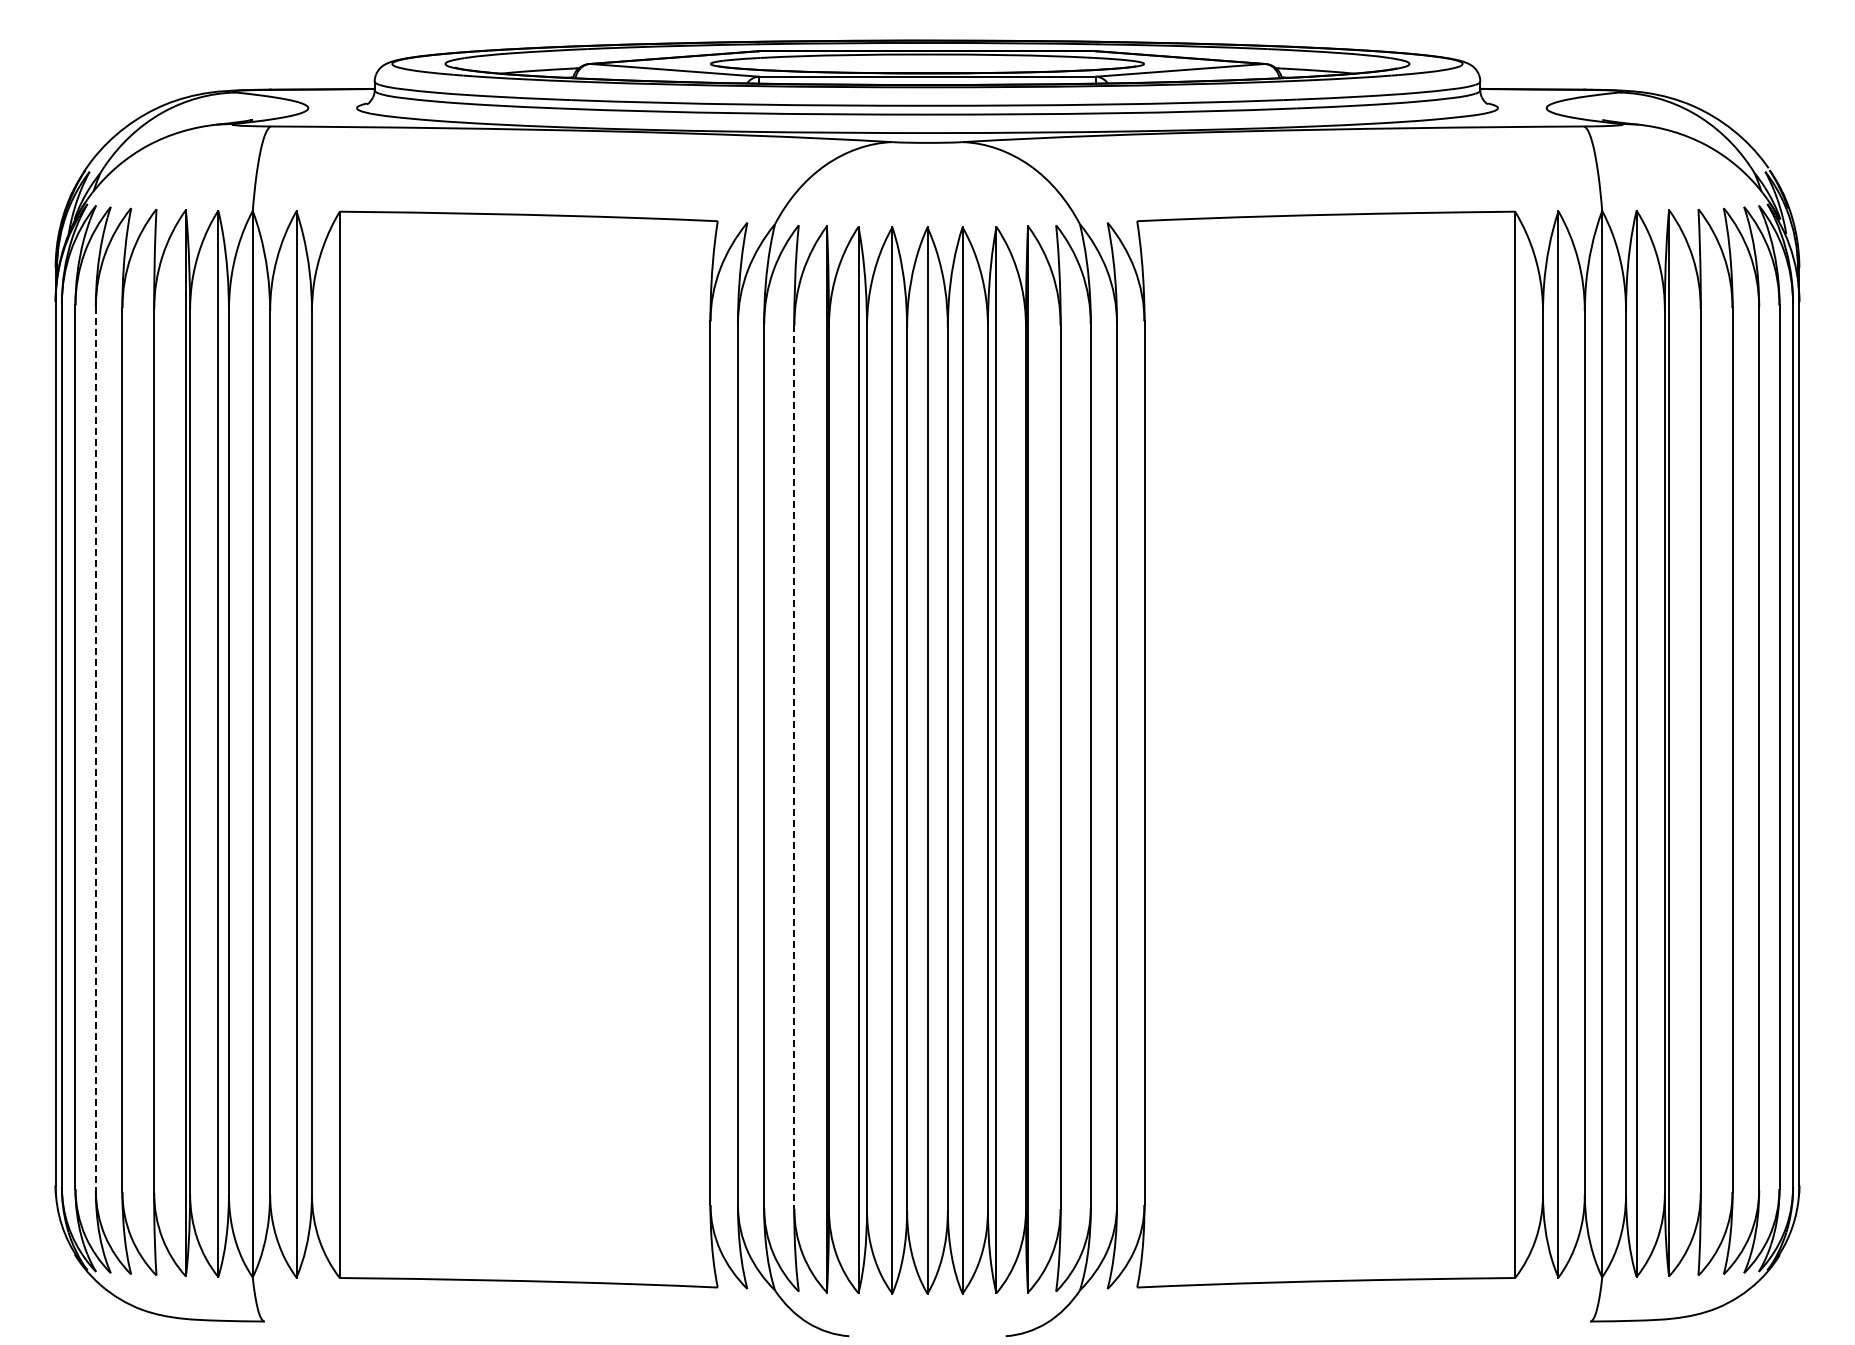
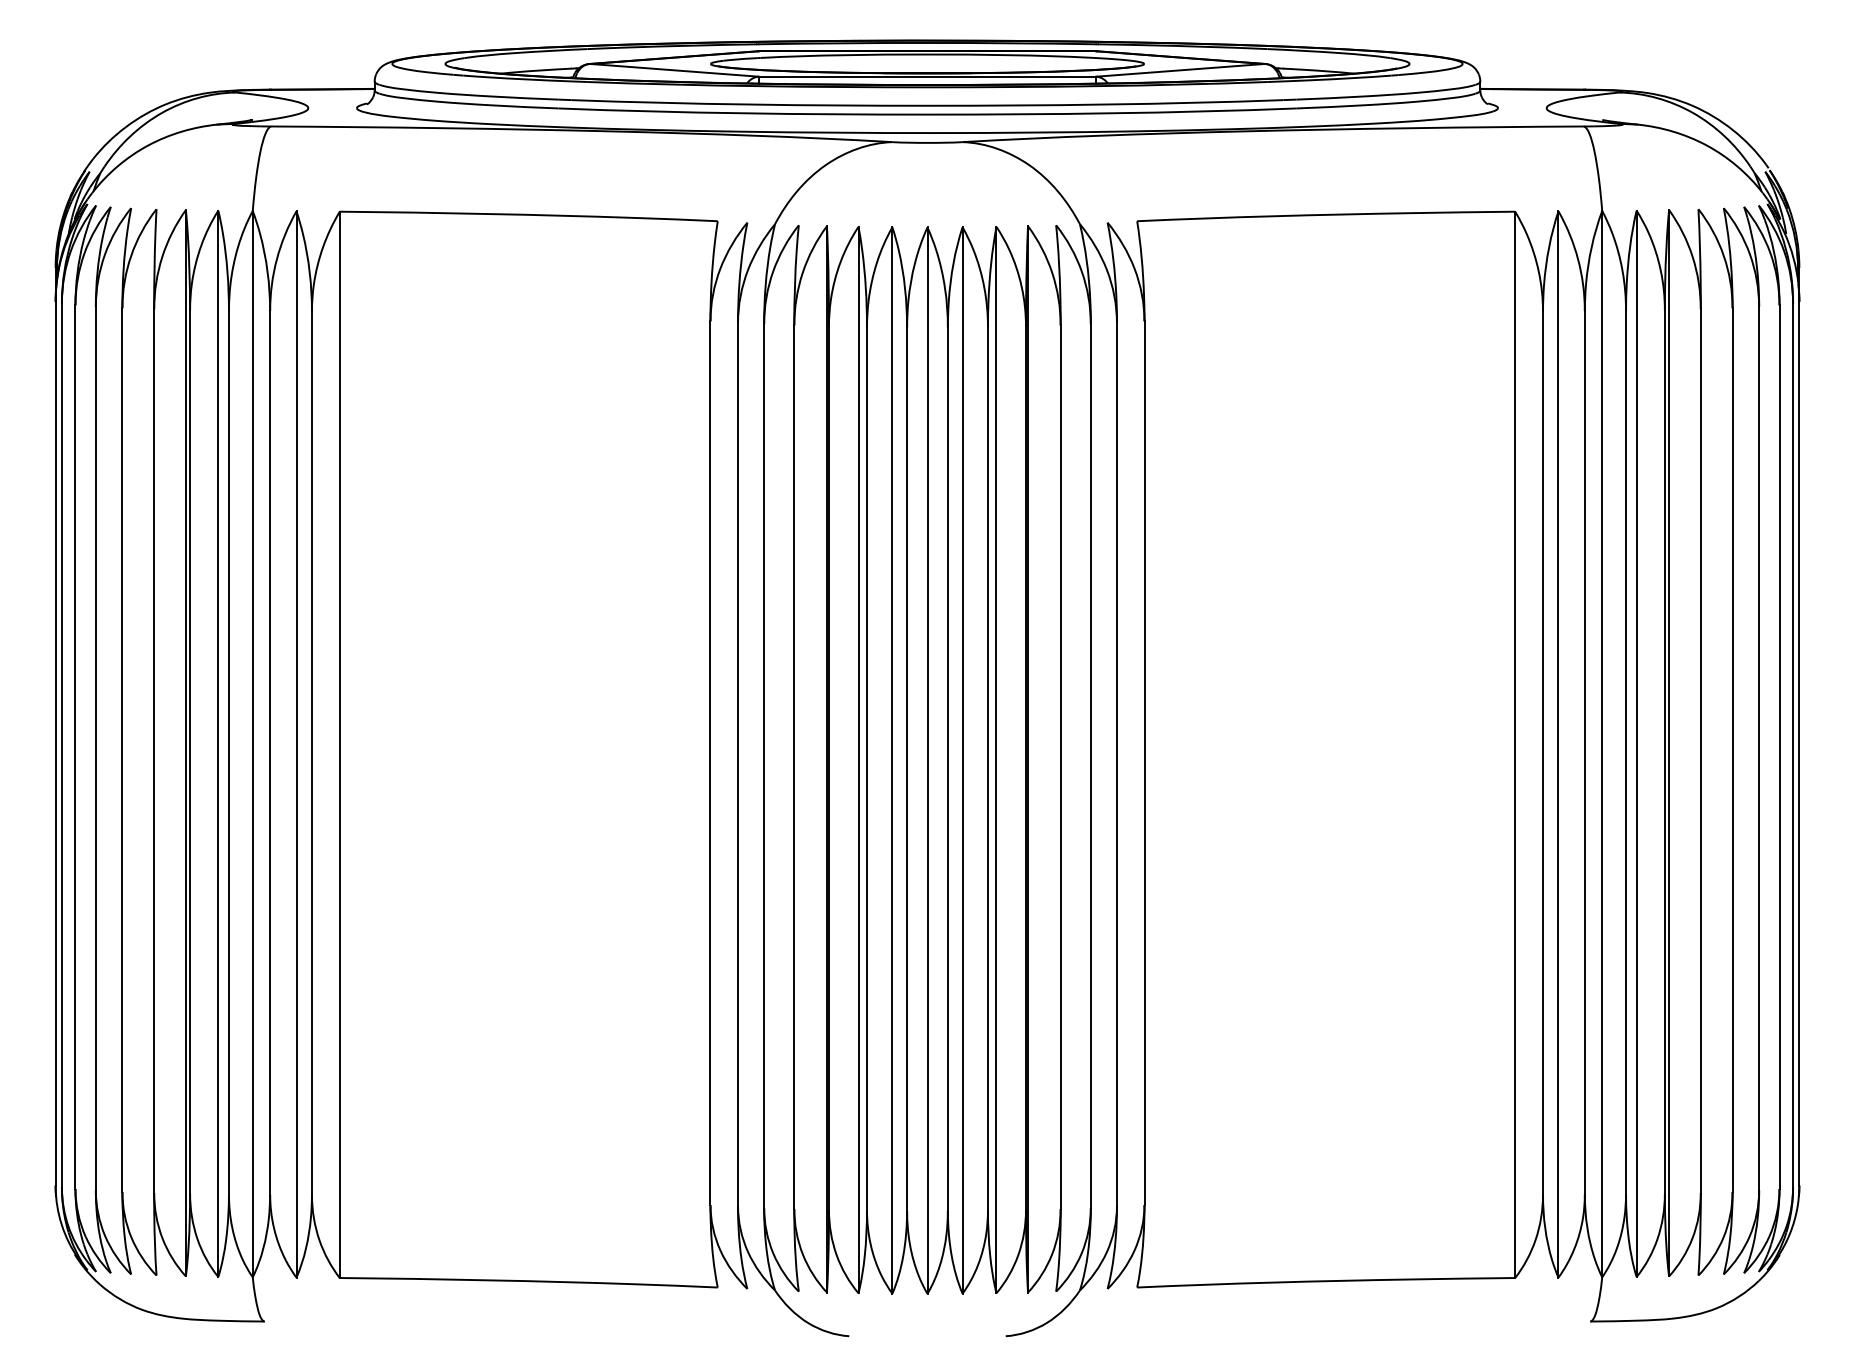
line at (95, 748): dashed -> solid
line at (794, 767): dashed -> solid
